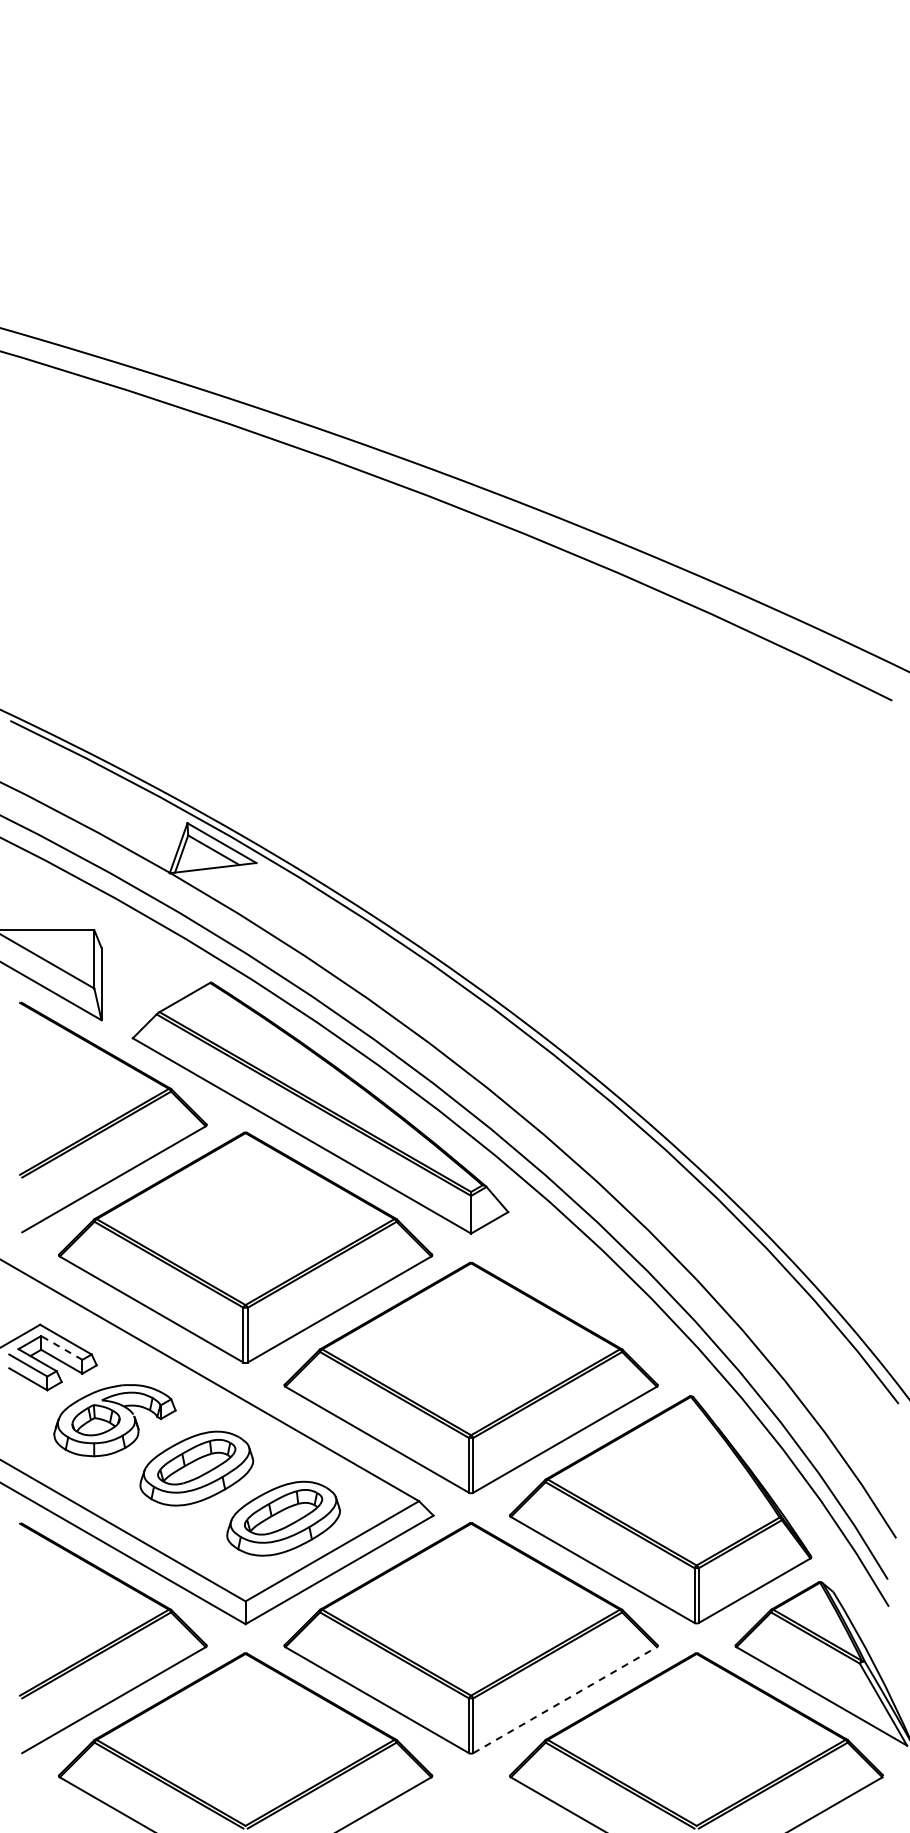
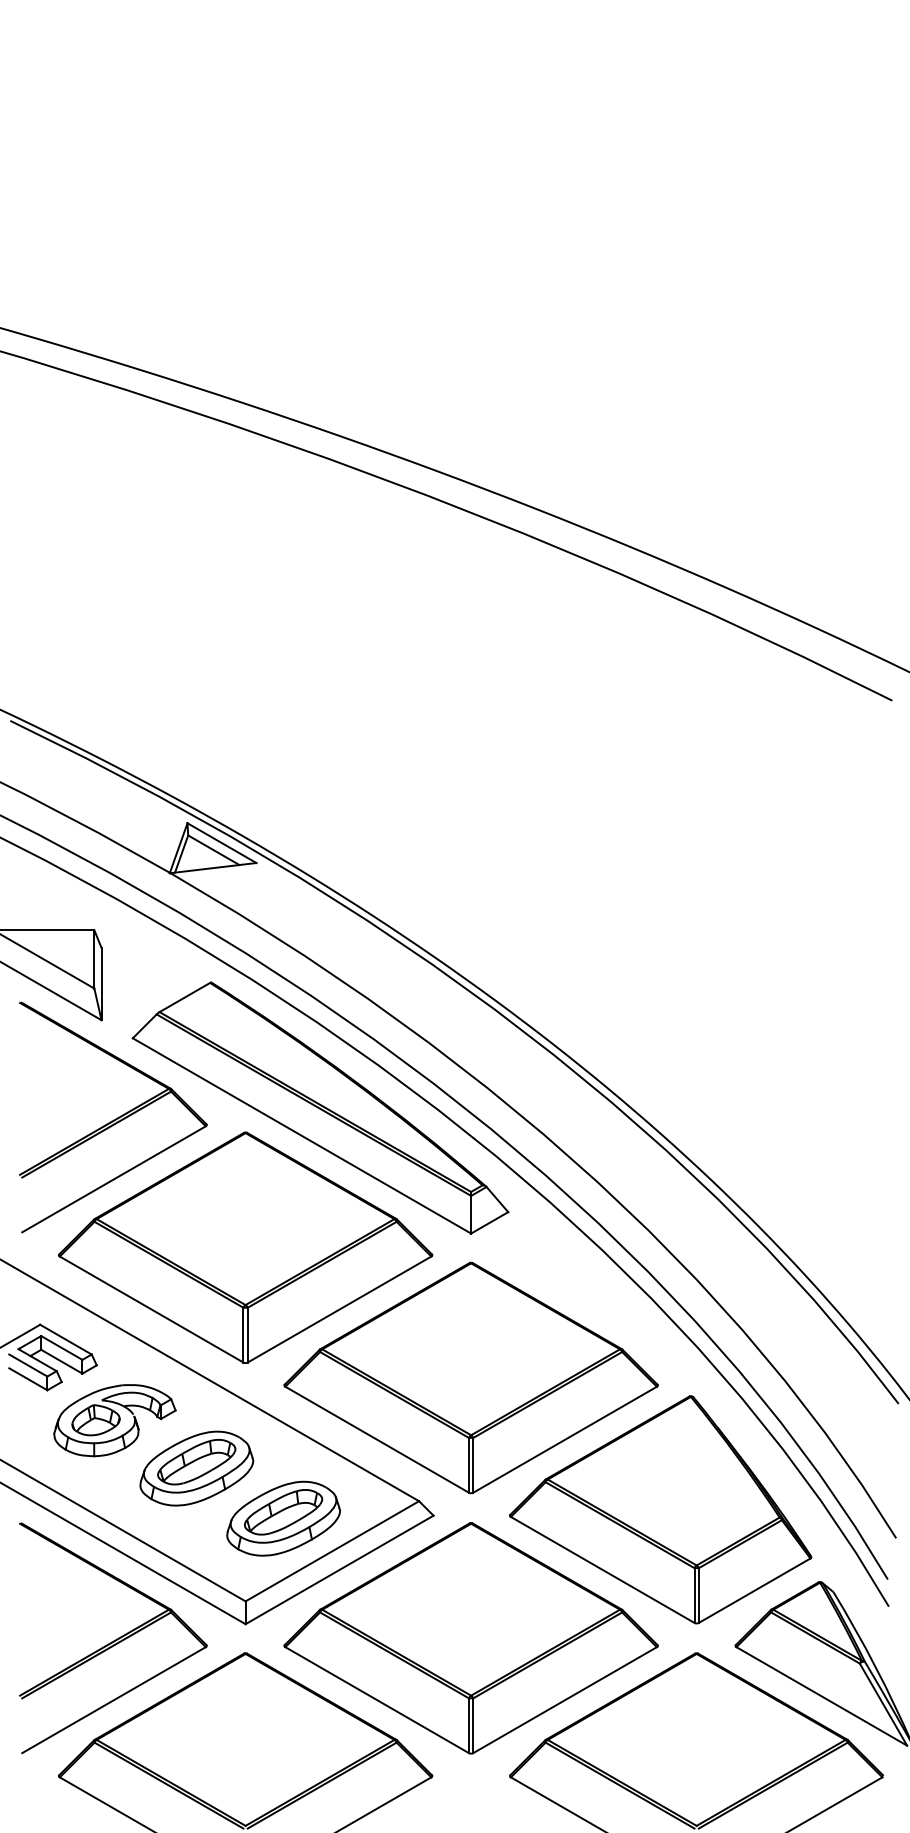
line at (61, 1347): dashed -> solid
line at (565, 1699): dashed -> solid
